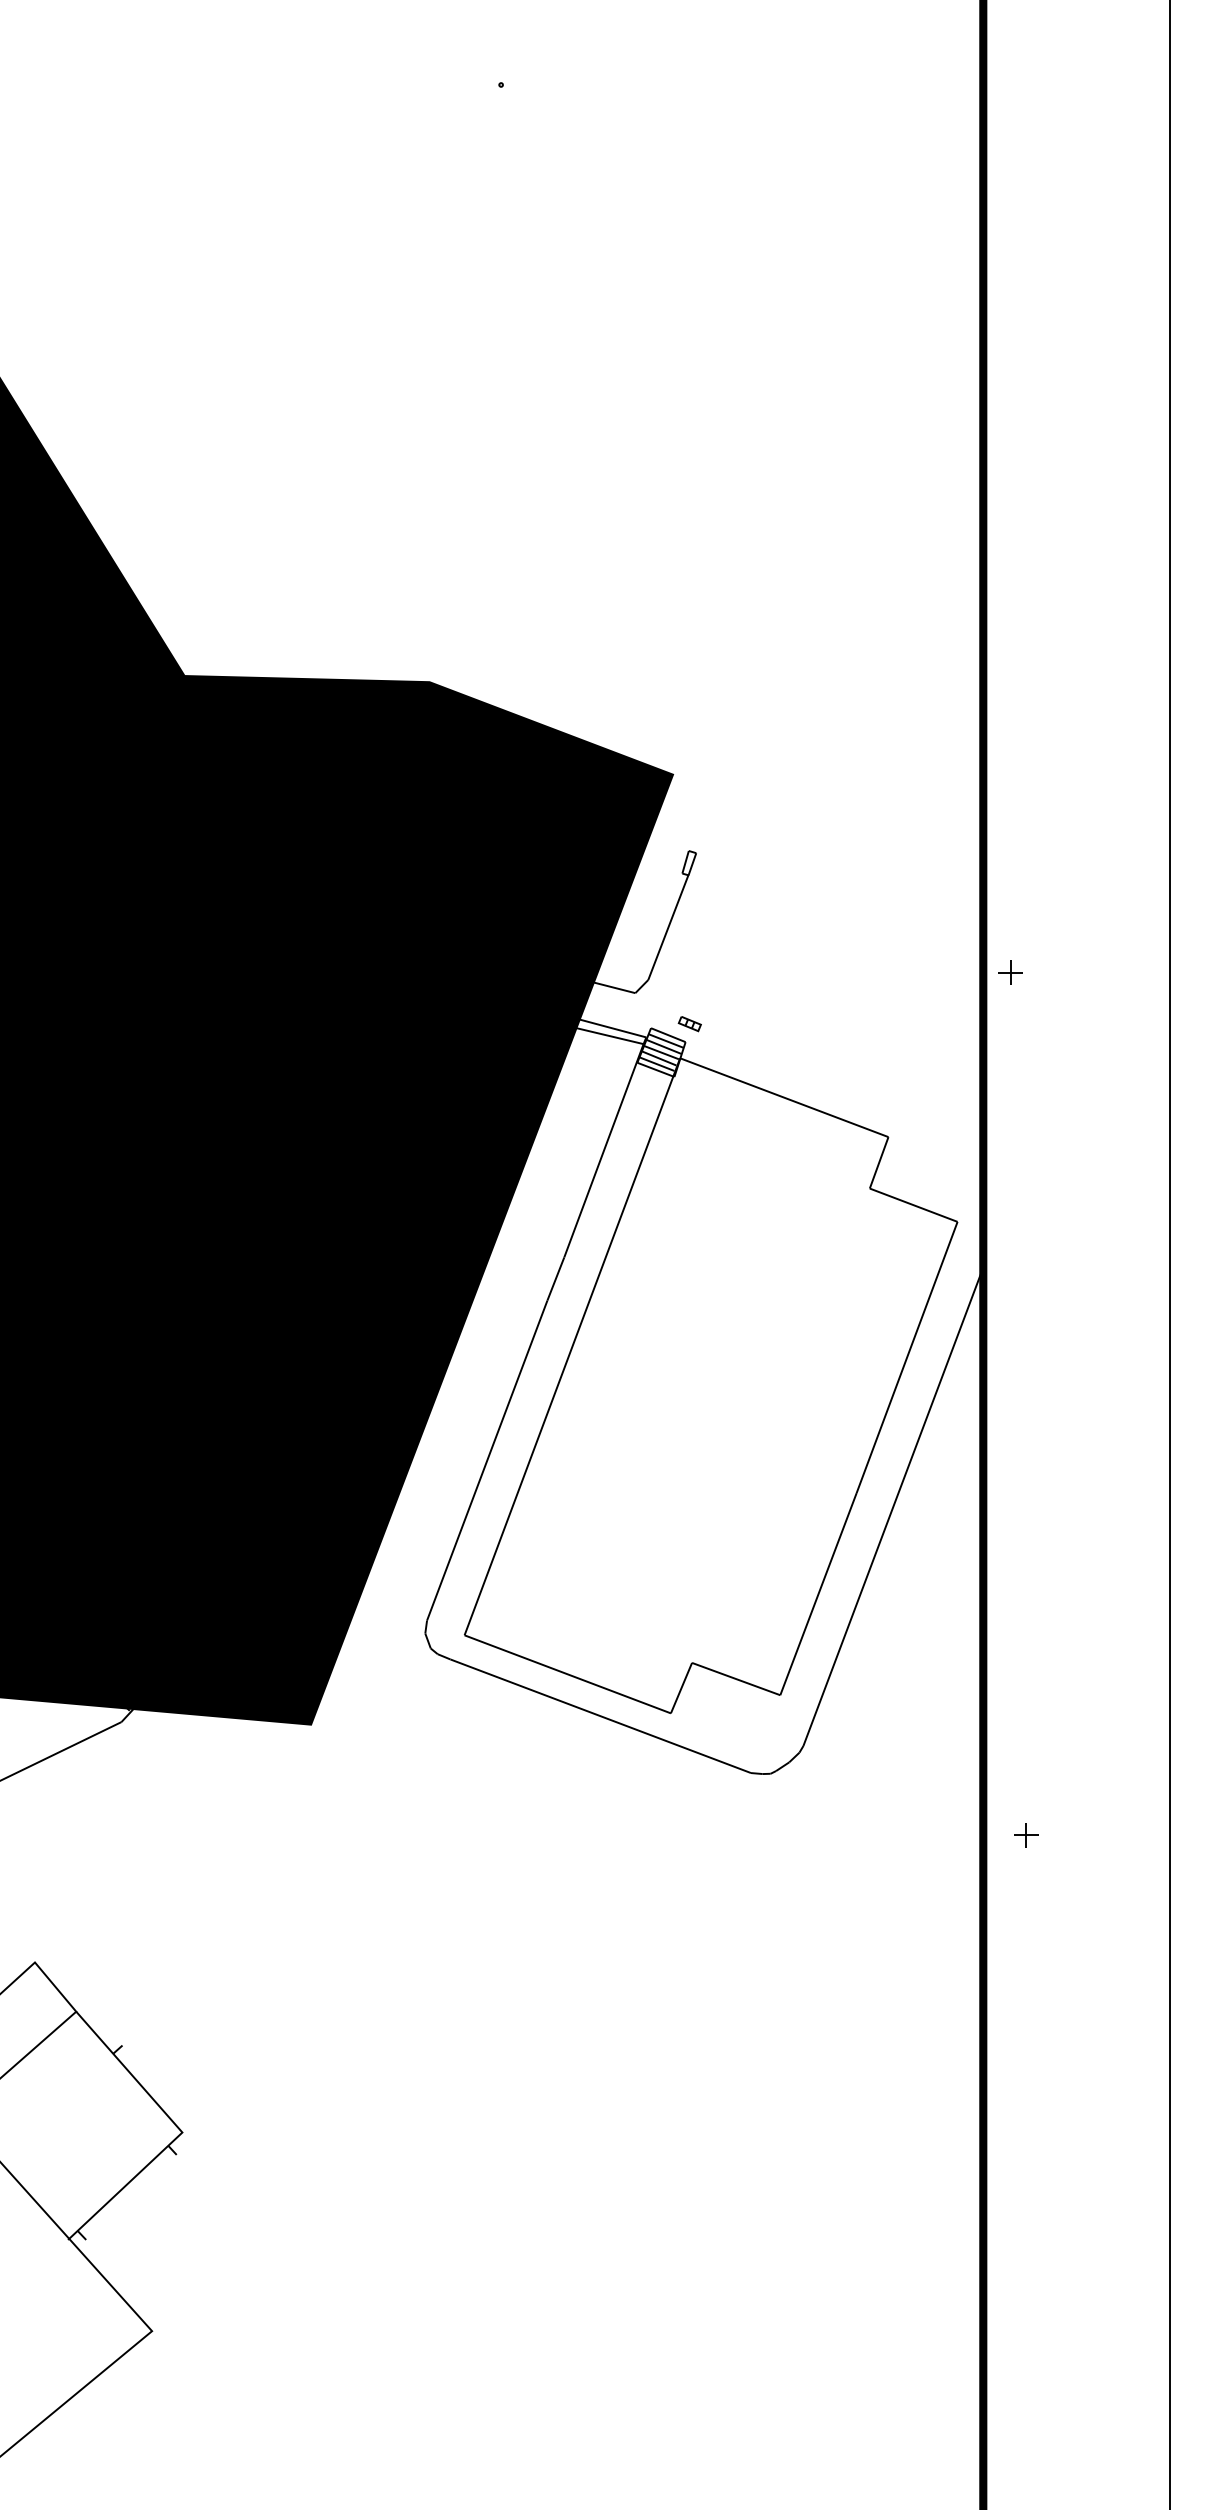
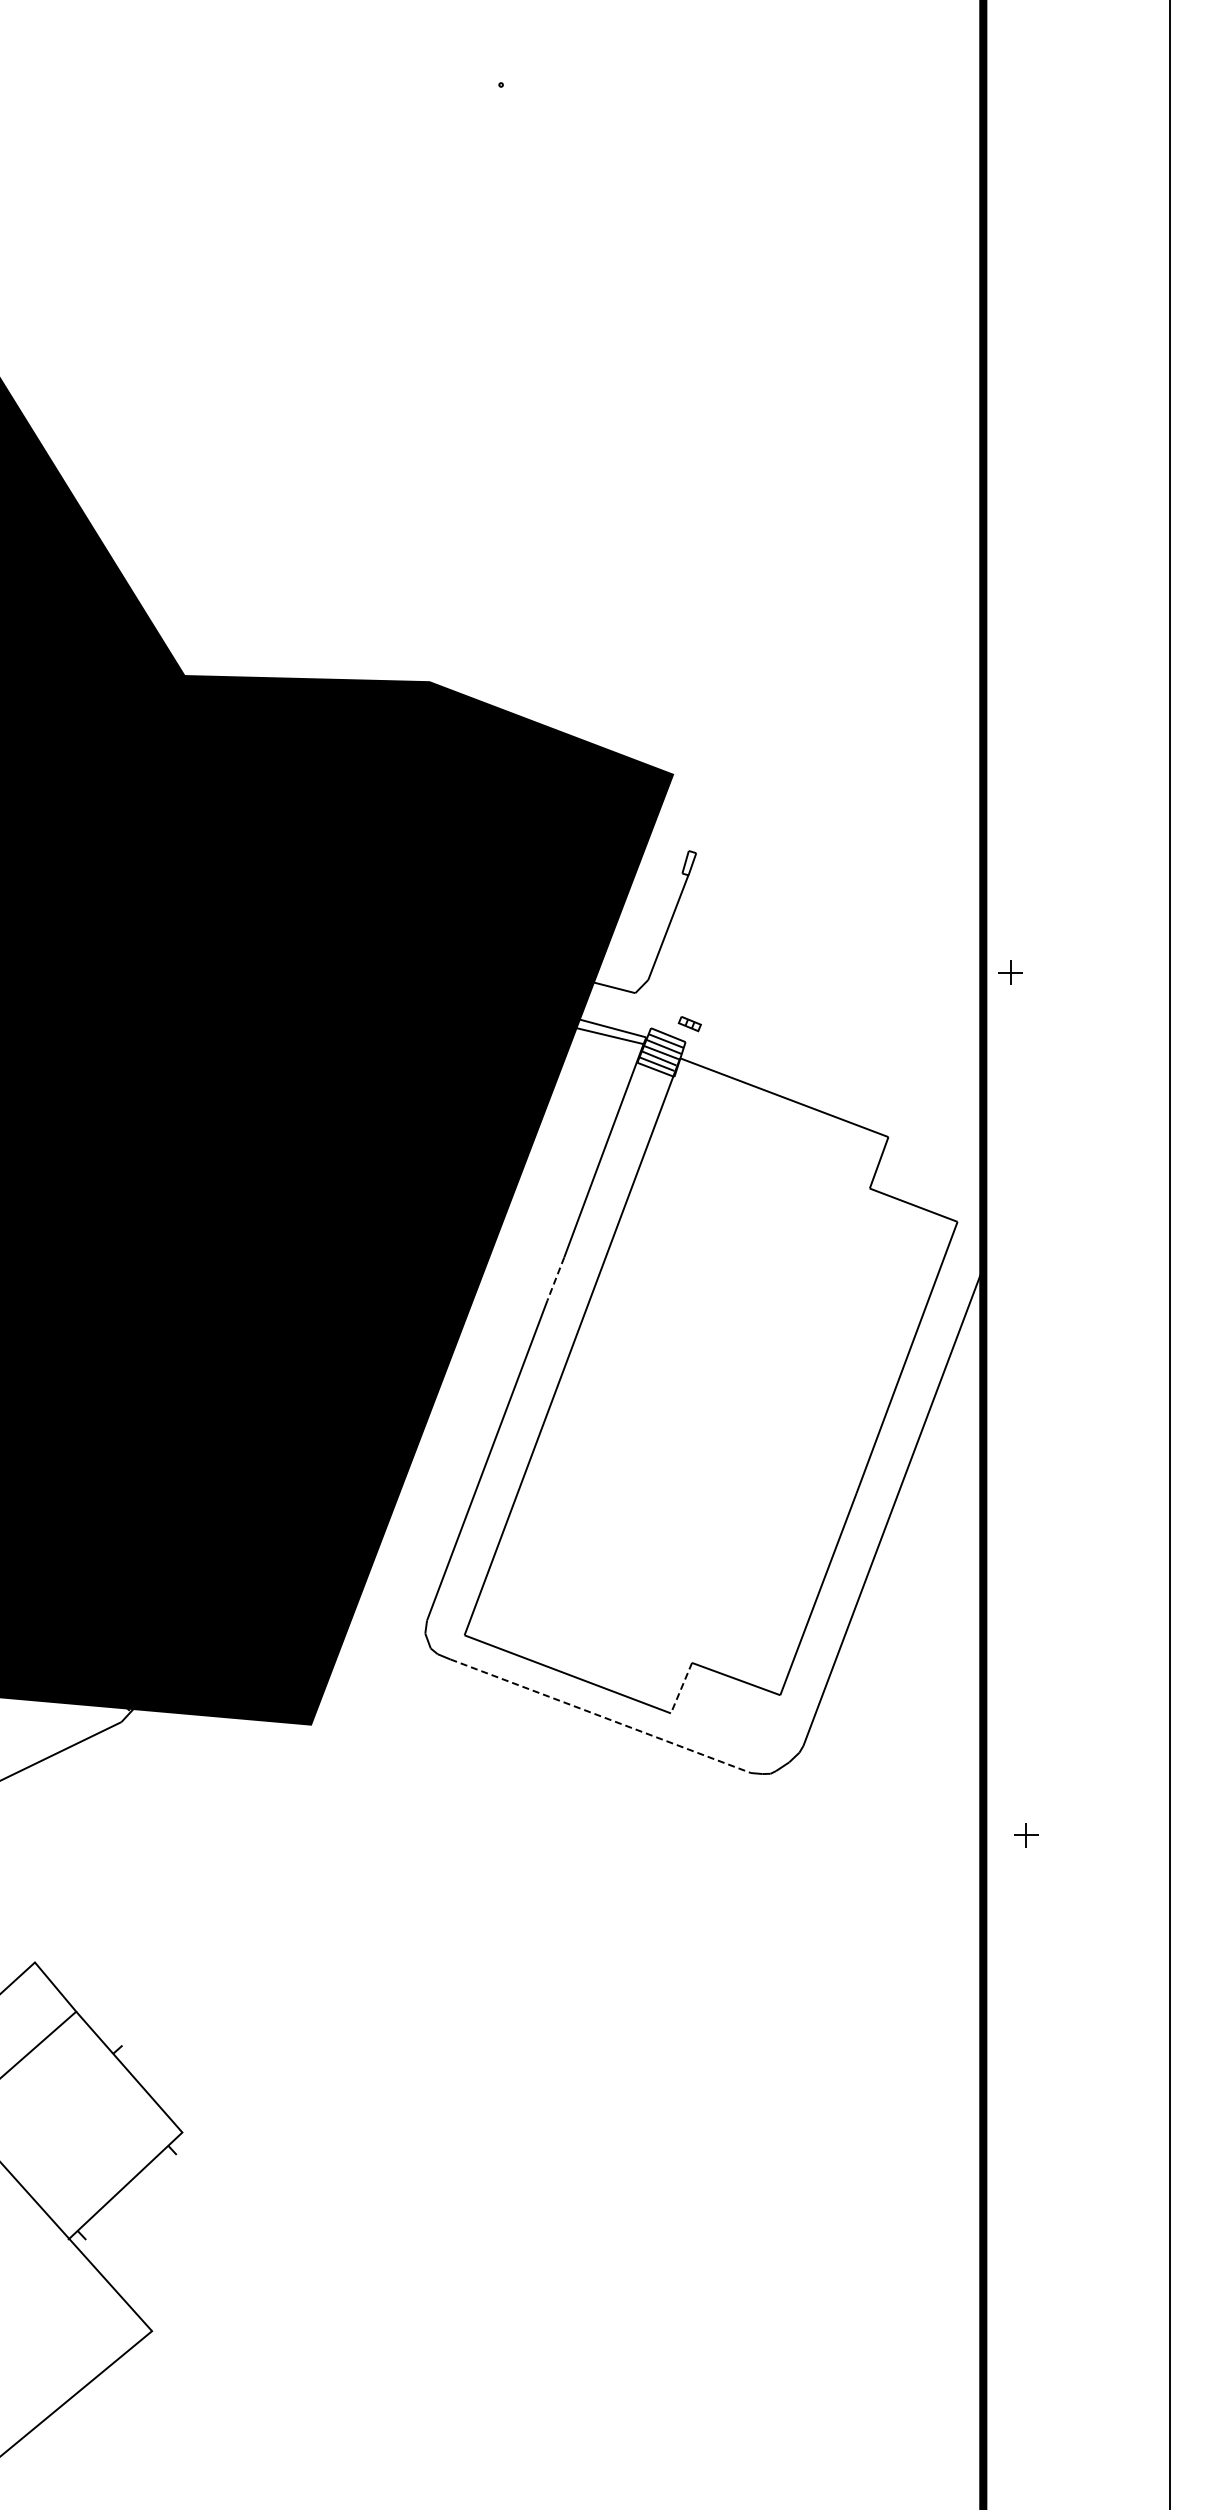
line at (555, 1279): solid -> dashed
line at (681, 1688): solid -> dashed
line at (600, 1716): solid -> dashed
